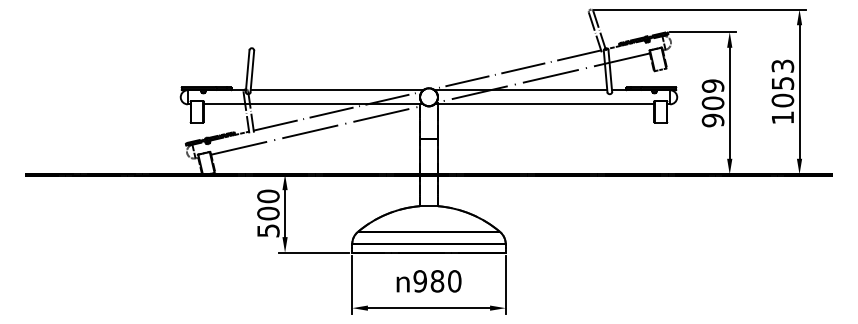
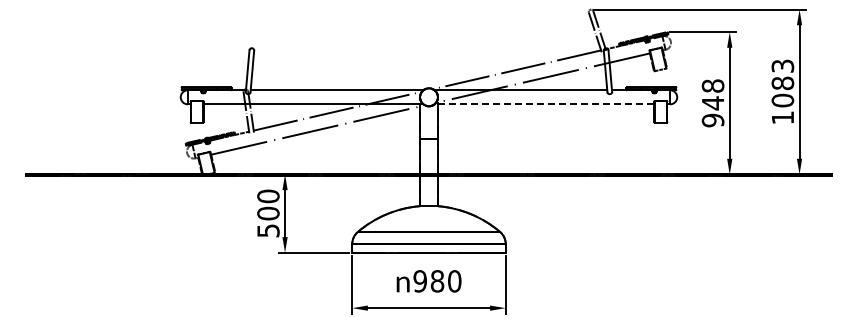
text at (782, 83): 1053 -> 1083
text at (712, 94): 909 -> 948
line at (544, 104): solid -> dashed
